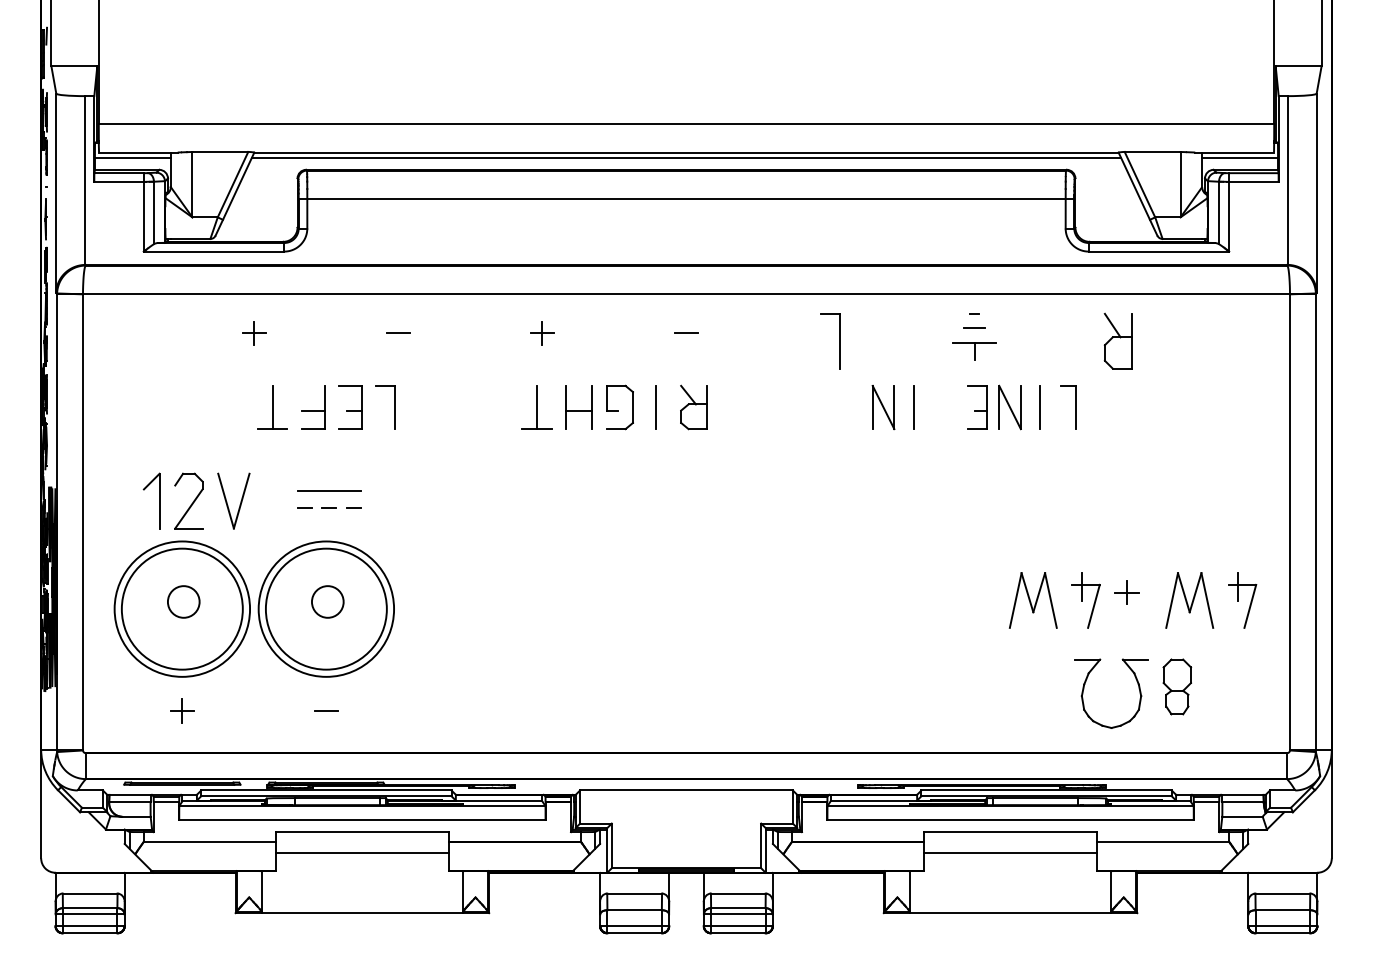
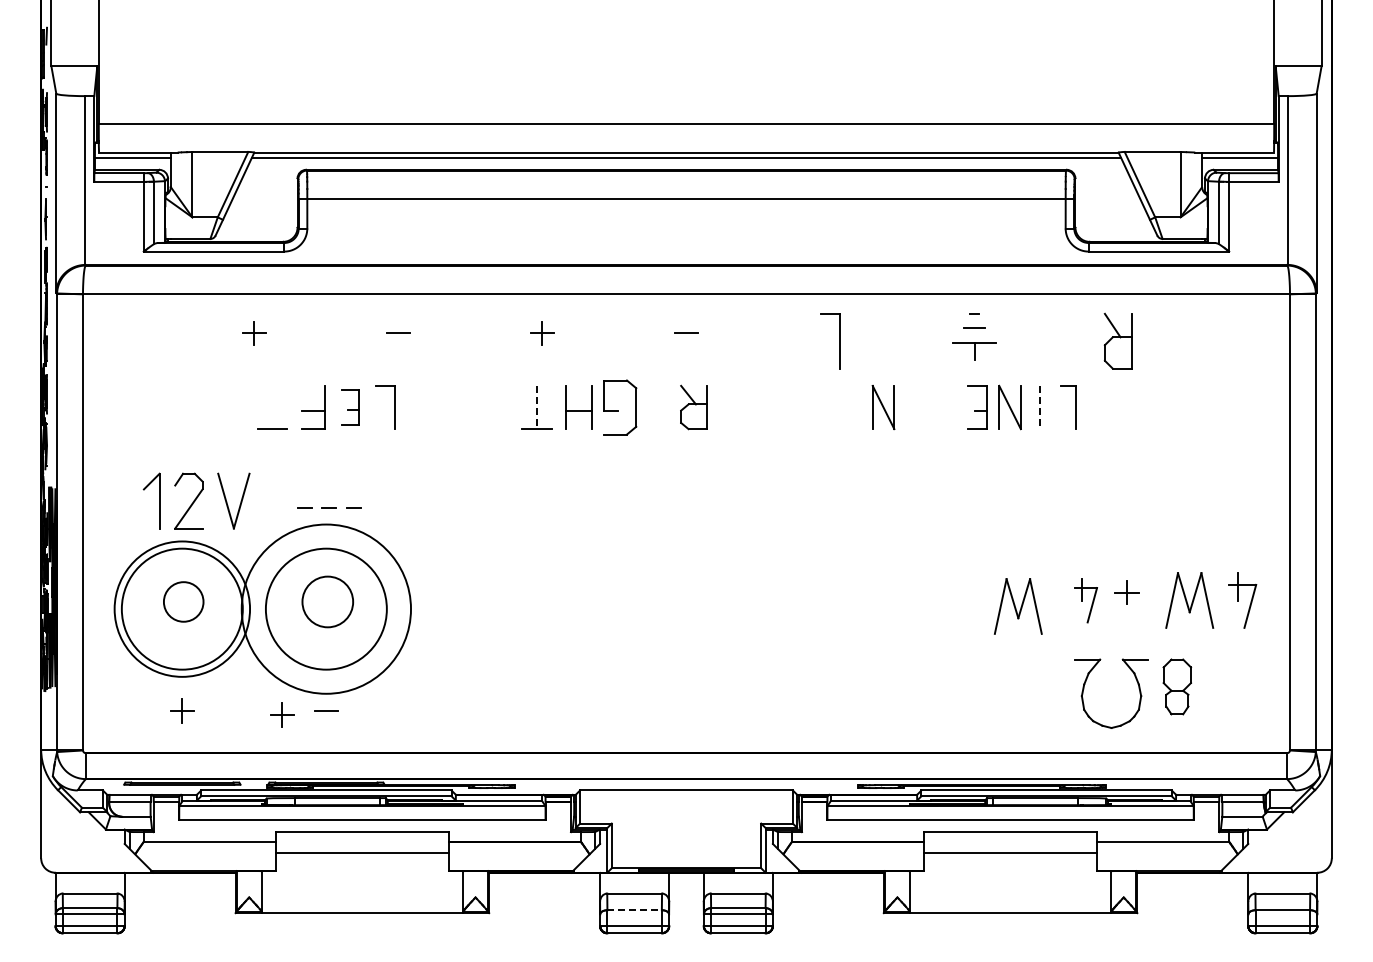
line at (272, 407): present -> none
part at (350, 407) size: 25x45 px -> 19x37 px
line at (536, 407): solid -> dashed
part at (619, 407) size: 28x47 px -> 35x57 px
line at (656, 407): present -> none
line at (913, 407): present -> none
line at (1040, 407): solid -> dashed
line at (328, 491): present -> none
part at (1032, 600) position: (1032, 600) -> (1017, 606)
part at (1085, 600) size: 30x57 px -> 24x46 px
circle at (183, 601) size: 34x34 px -> 42x42 px
circle at (327, 601) diameter: 32 px -> 51 px
circle at (326, 608) diameter: 135 px -> 169 px
part at (282, 714): none -> present
line at (635, 910): solid -> dashed
